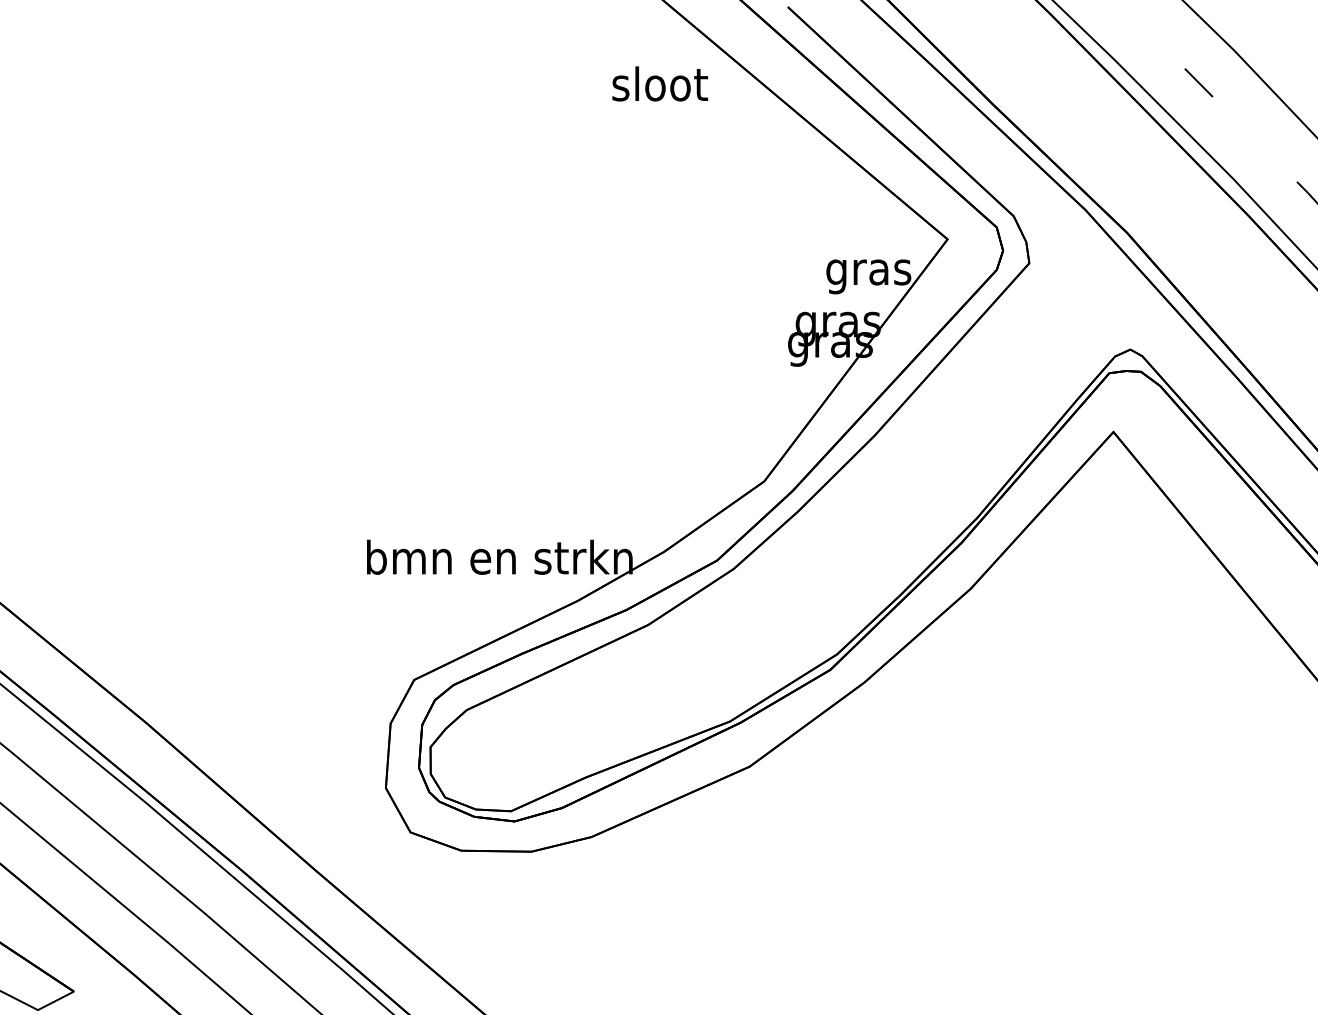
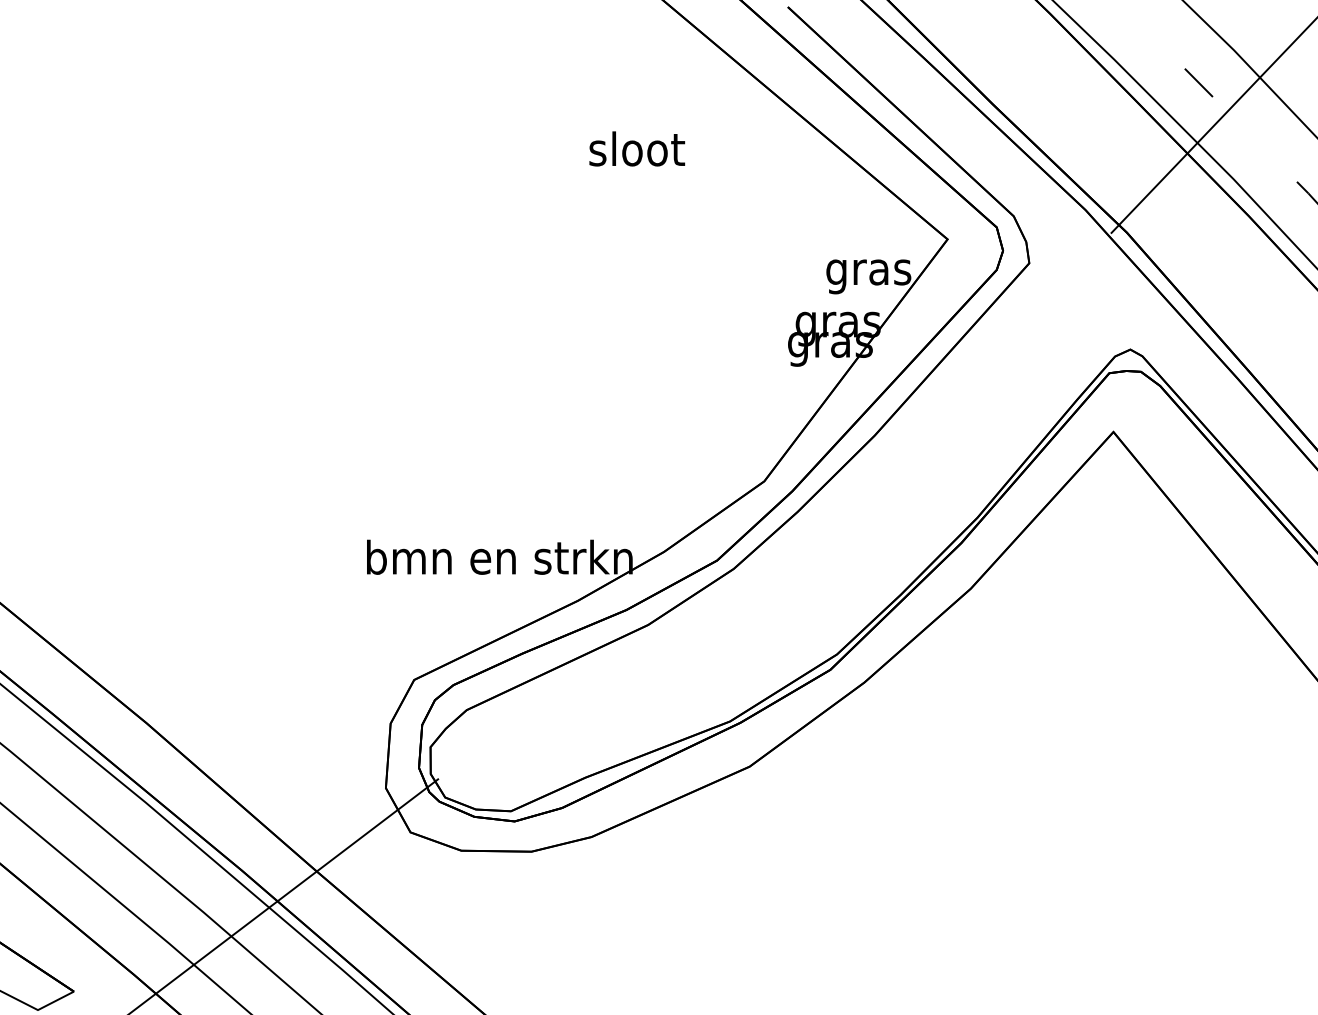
text at (660, 83) position: (660, 83) -> (637, 148)
line at (1212, 126): none -> present
line at (285, 895): none -> present
